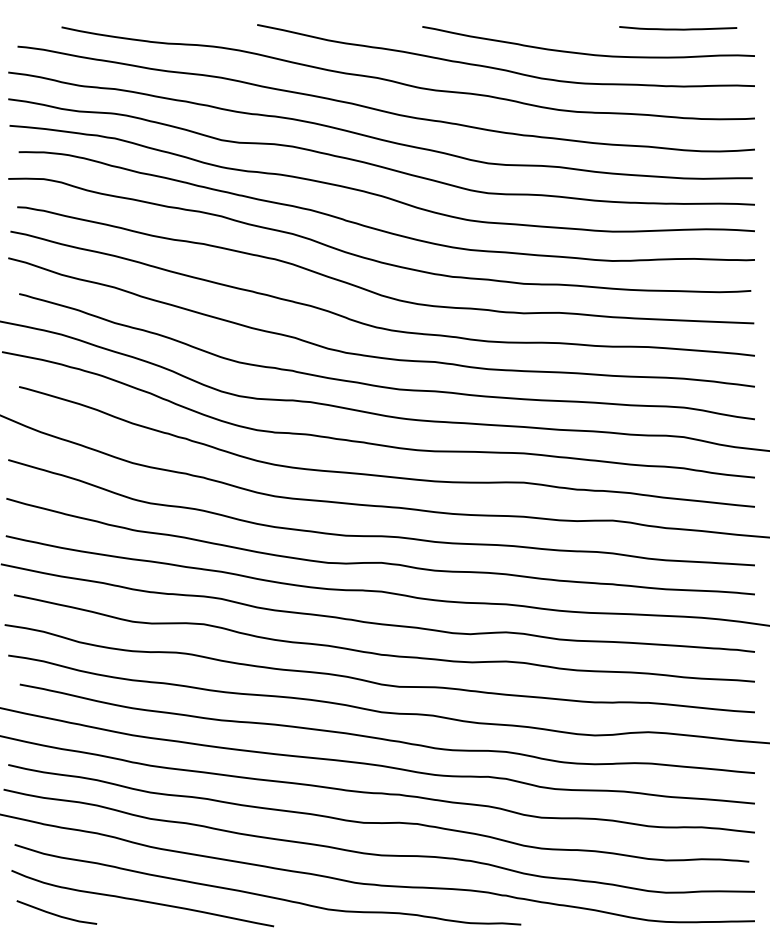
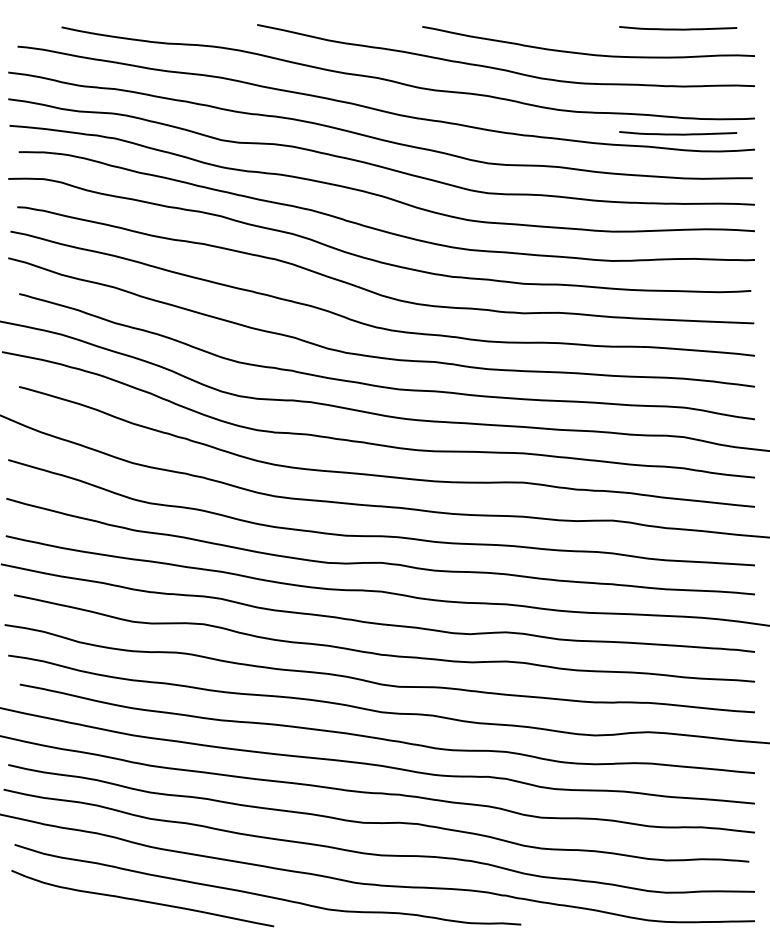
curve at (678, 133): none -> present
line at (56, 914): present -> none
